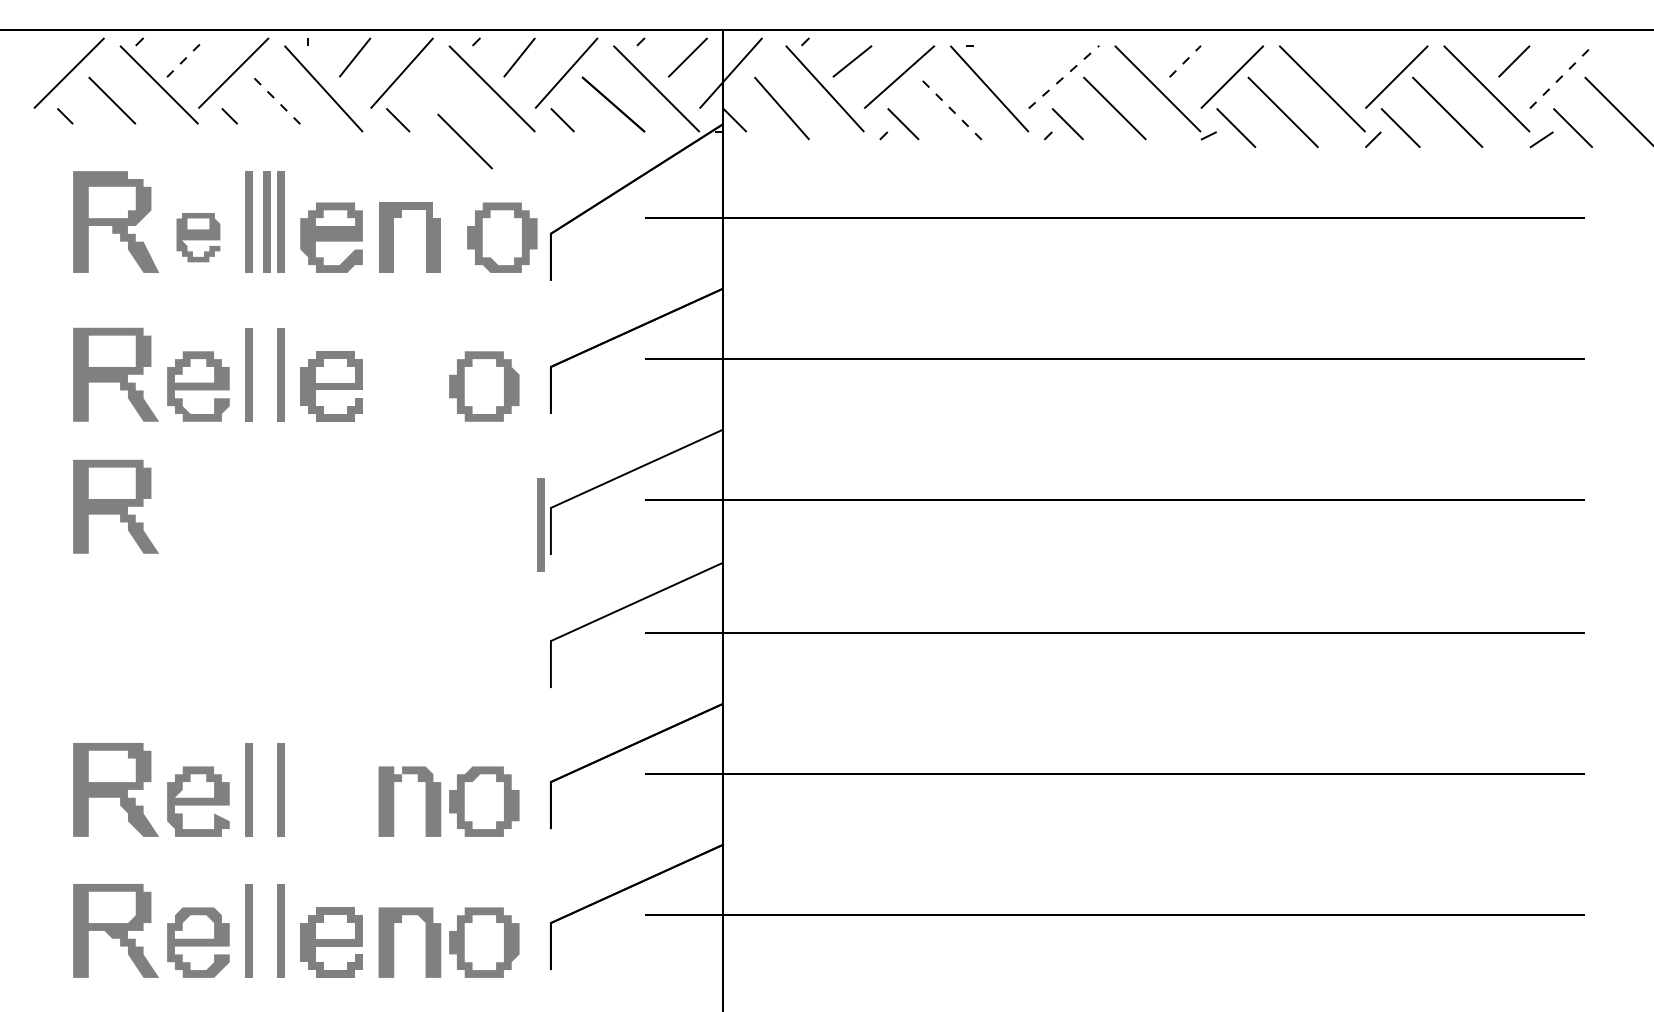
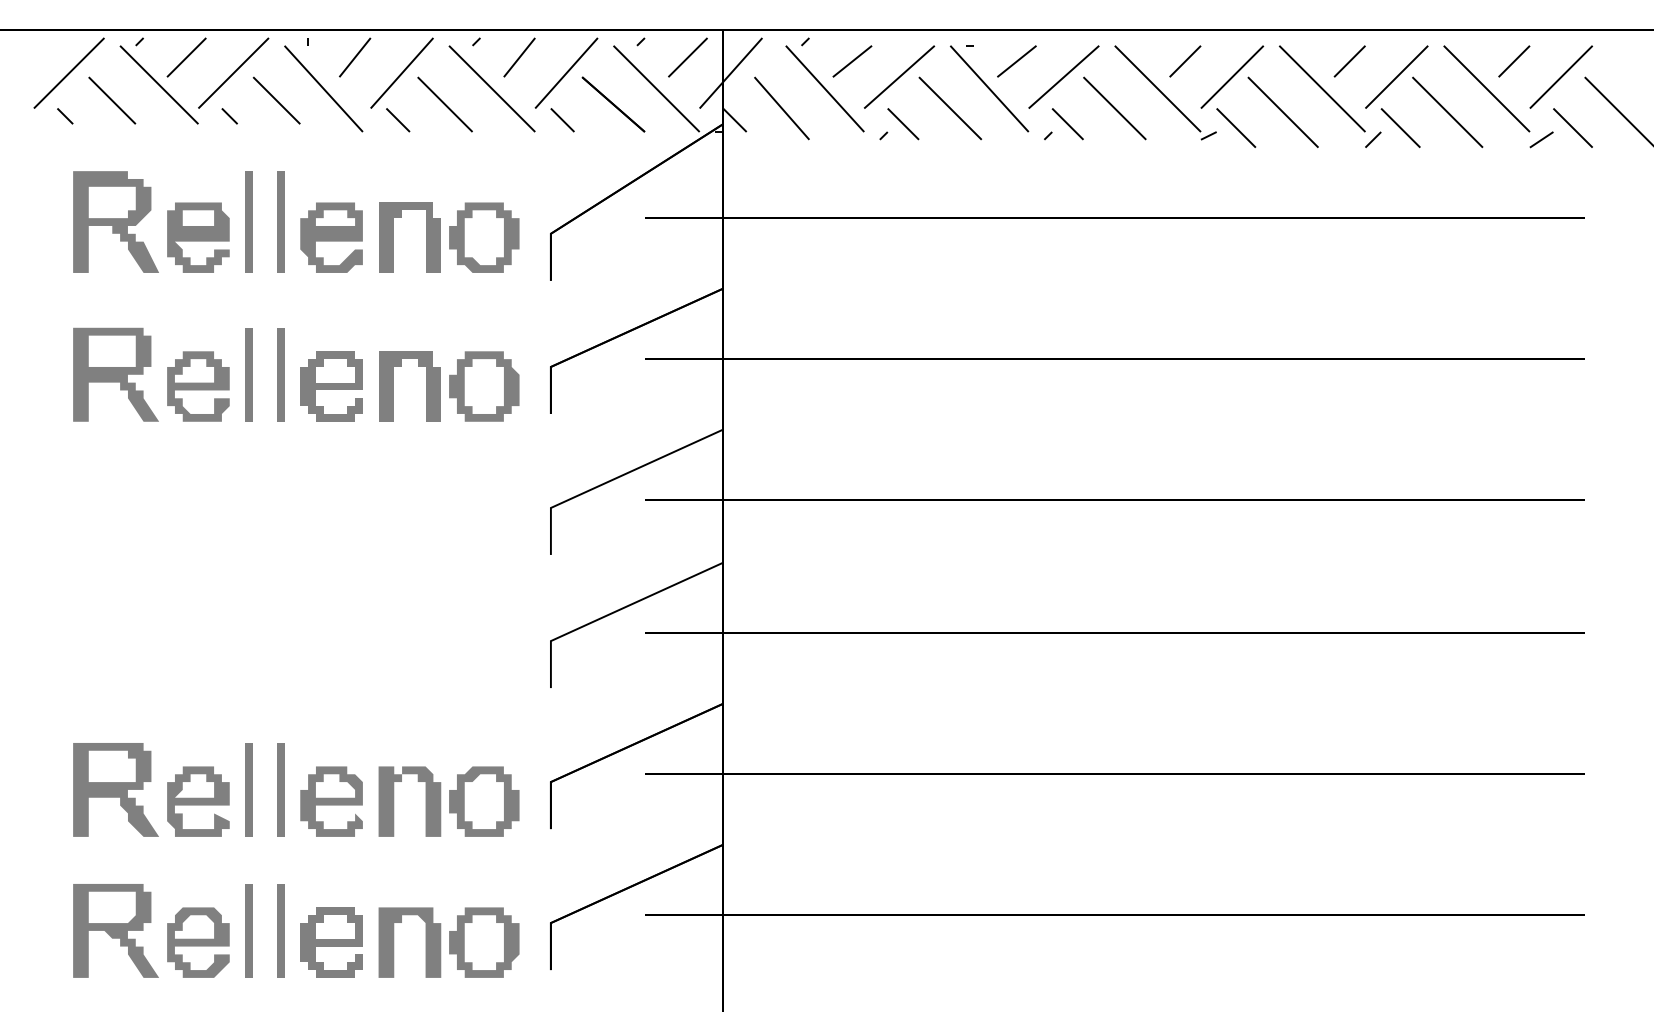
line at (186, 57): dashed -> solid
line at (1016, 61): none -> present
line at (1185, 61): dashed -> solid
line at (1349, 61): none -> present
line at (1064, 76): dashed -> solid
line at (1561, 76): dashed -> solid
line at (276, 100): dashed -> solid
line at (950, 108): dashed -> solid
line at (464, 141) position: (464, 141) -> (444, 104)
part at (266, 221): present -> none
part at (198, 237) size: 45x50 px -> 63x71 px
part at (502, 237) position: (502, 237) -> (484, 237)
part at (393, 386): none -> present
part at (115, 506): present -> none
part at (540, 524): present -> none
part at (331, 801): none -> present
